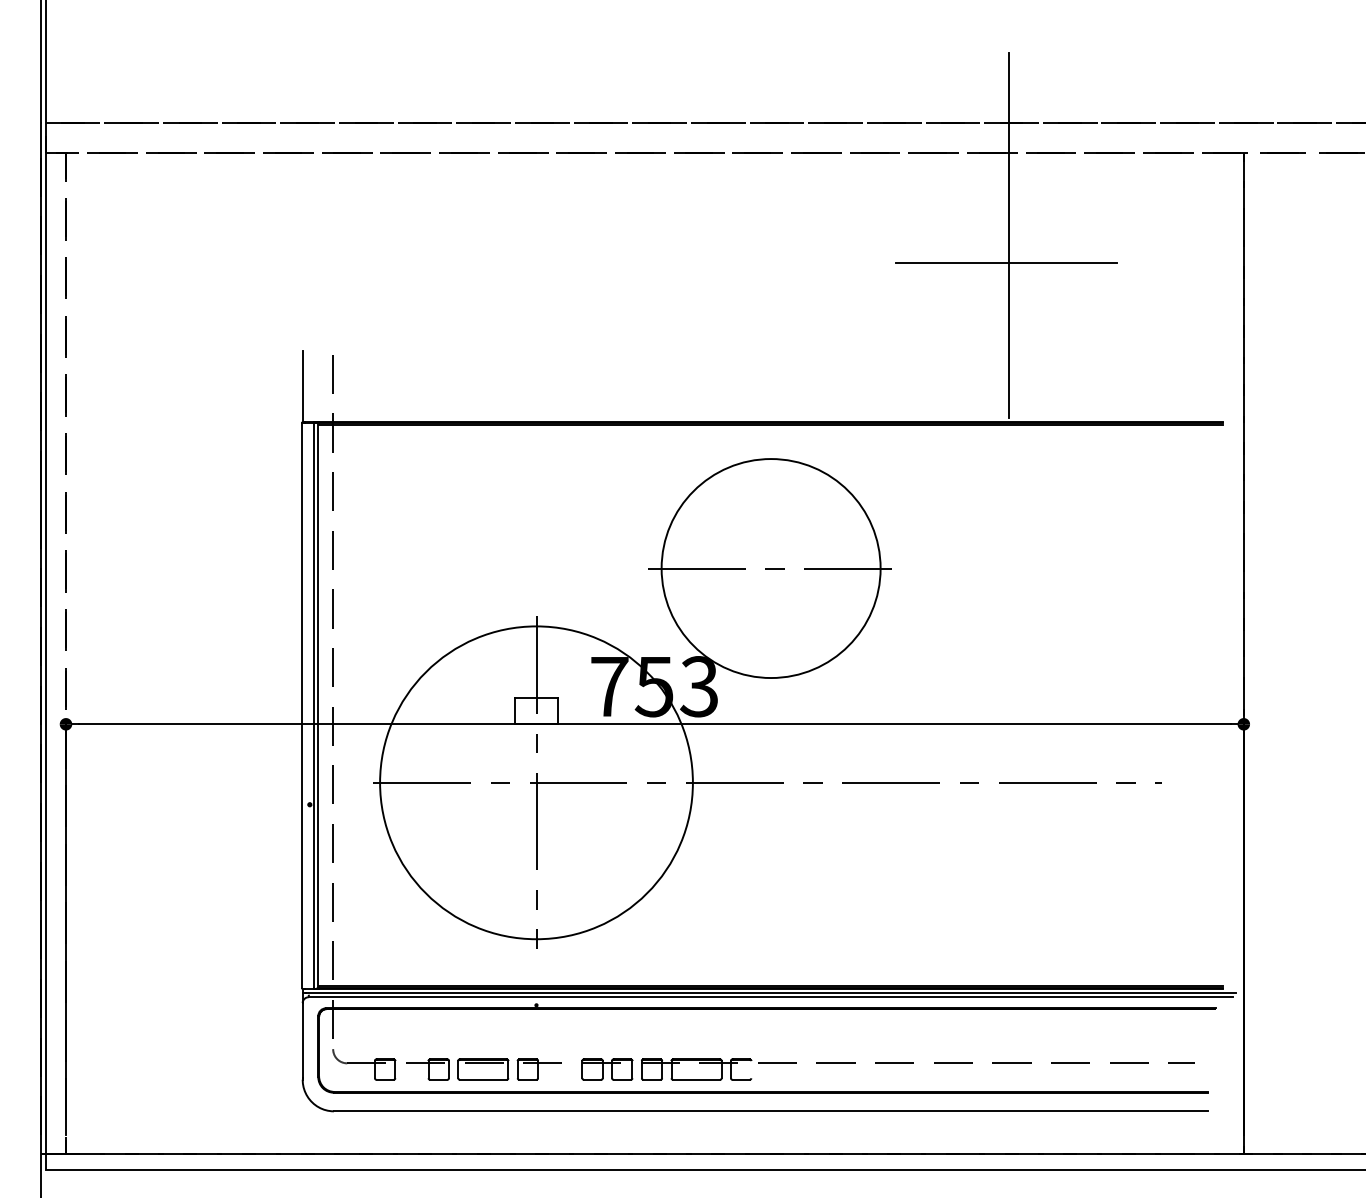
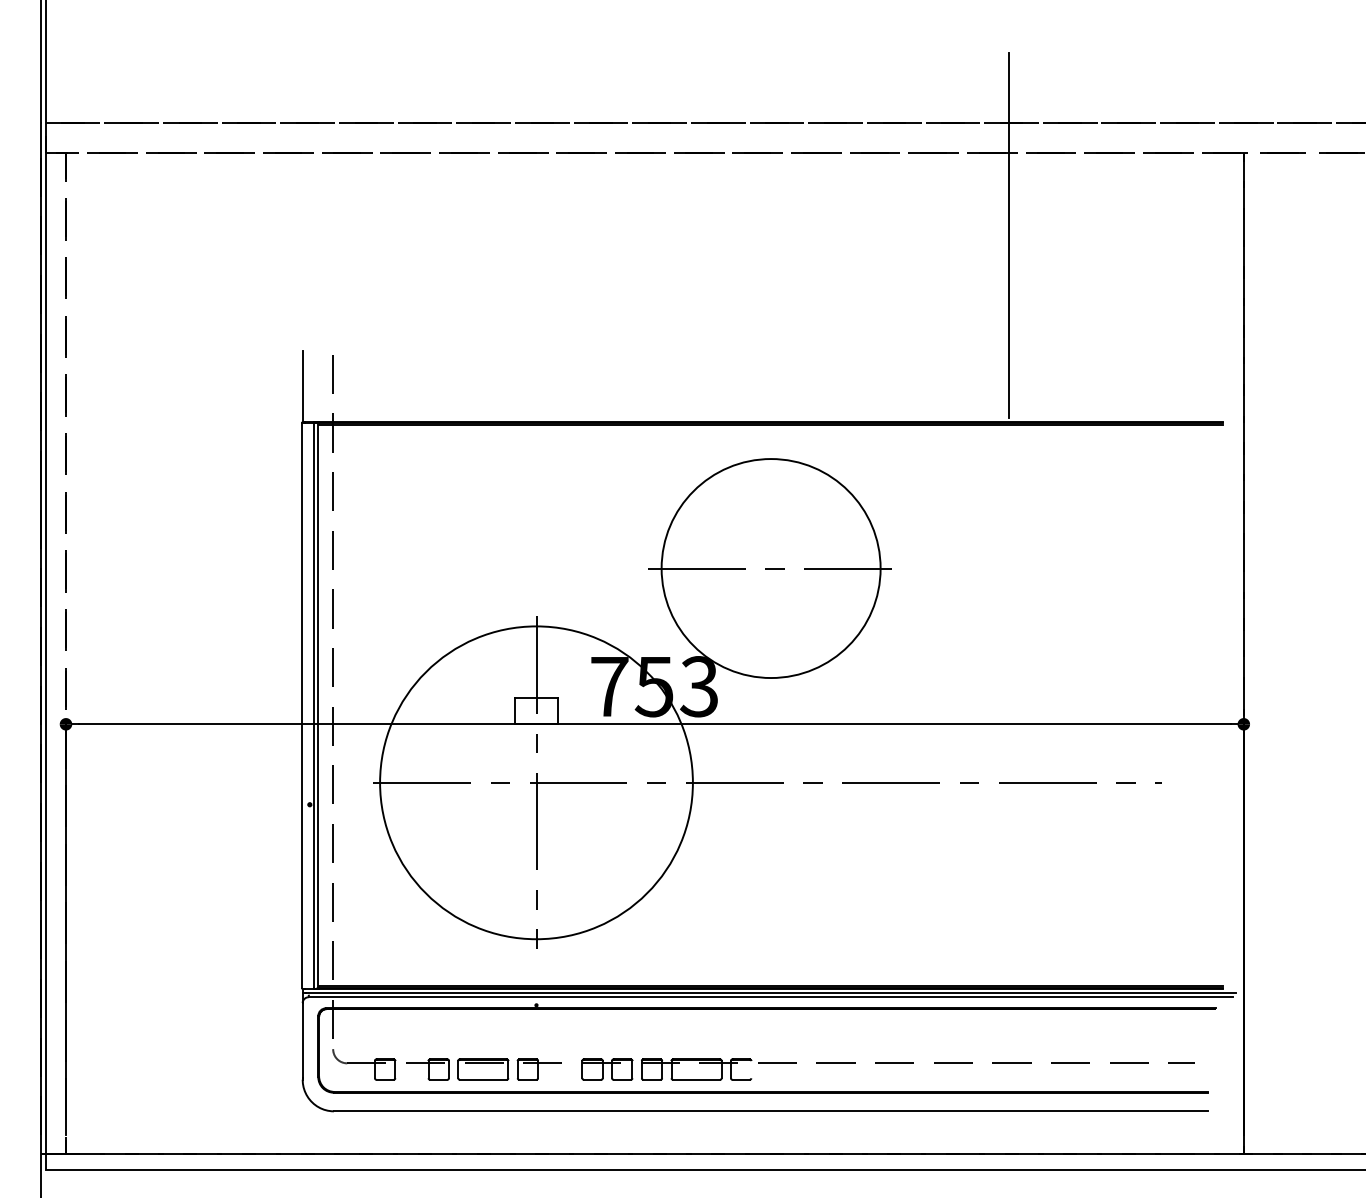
line at (1006, 262): present -> none
